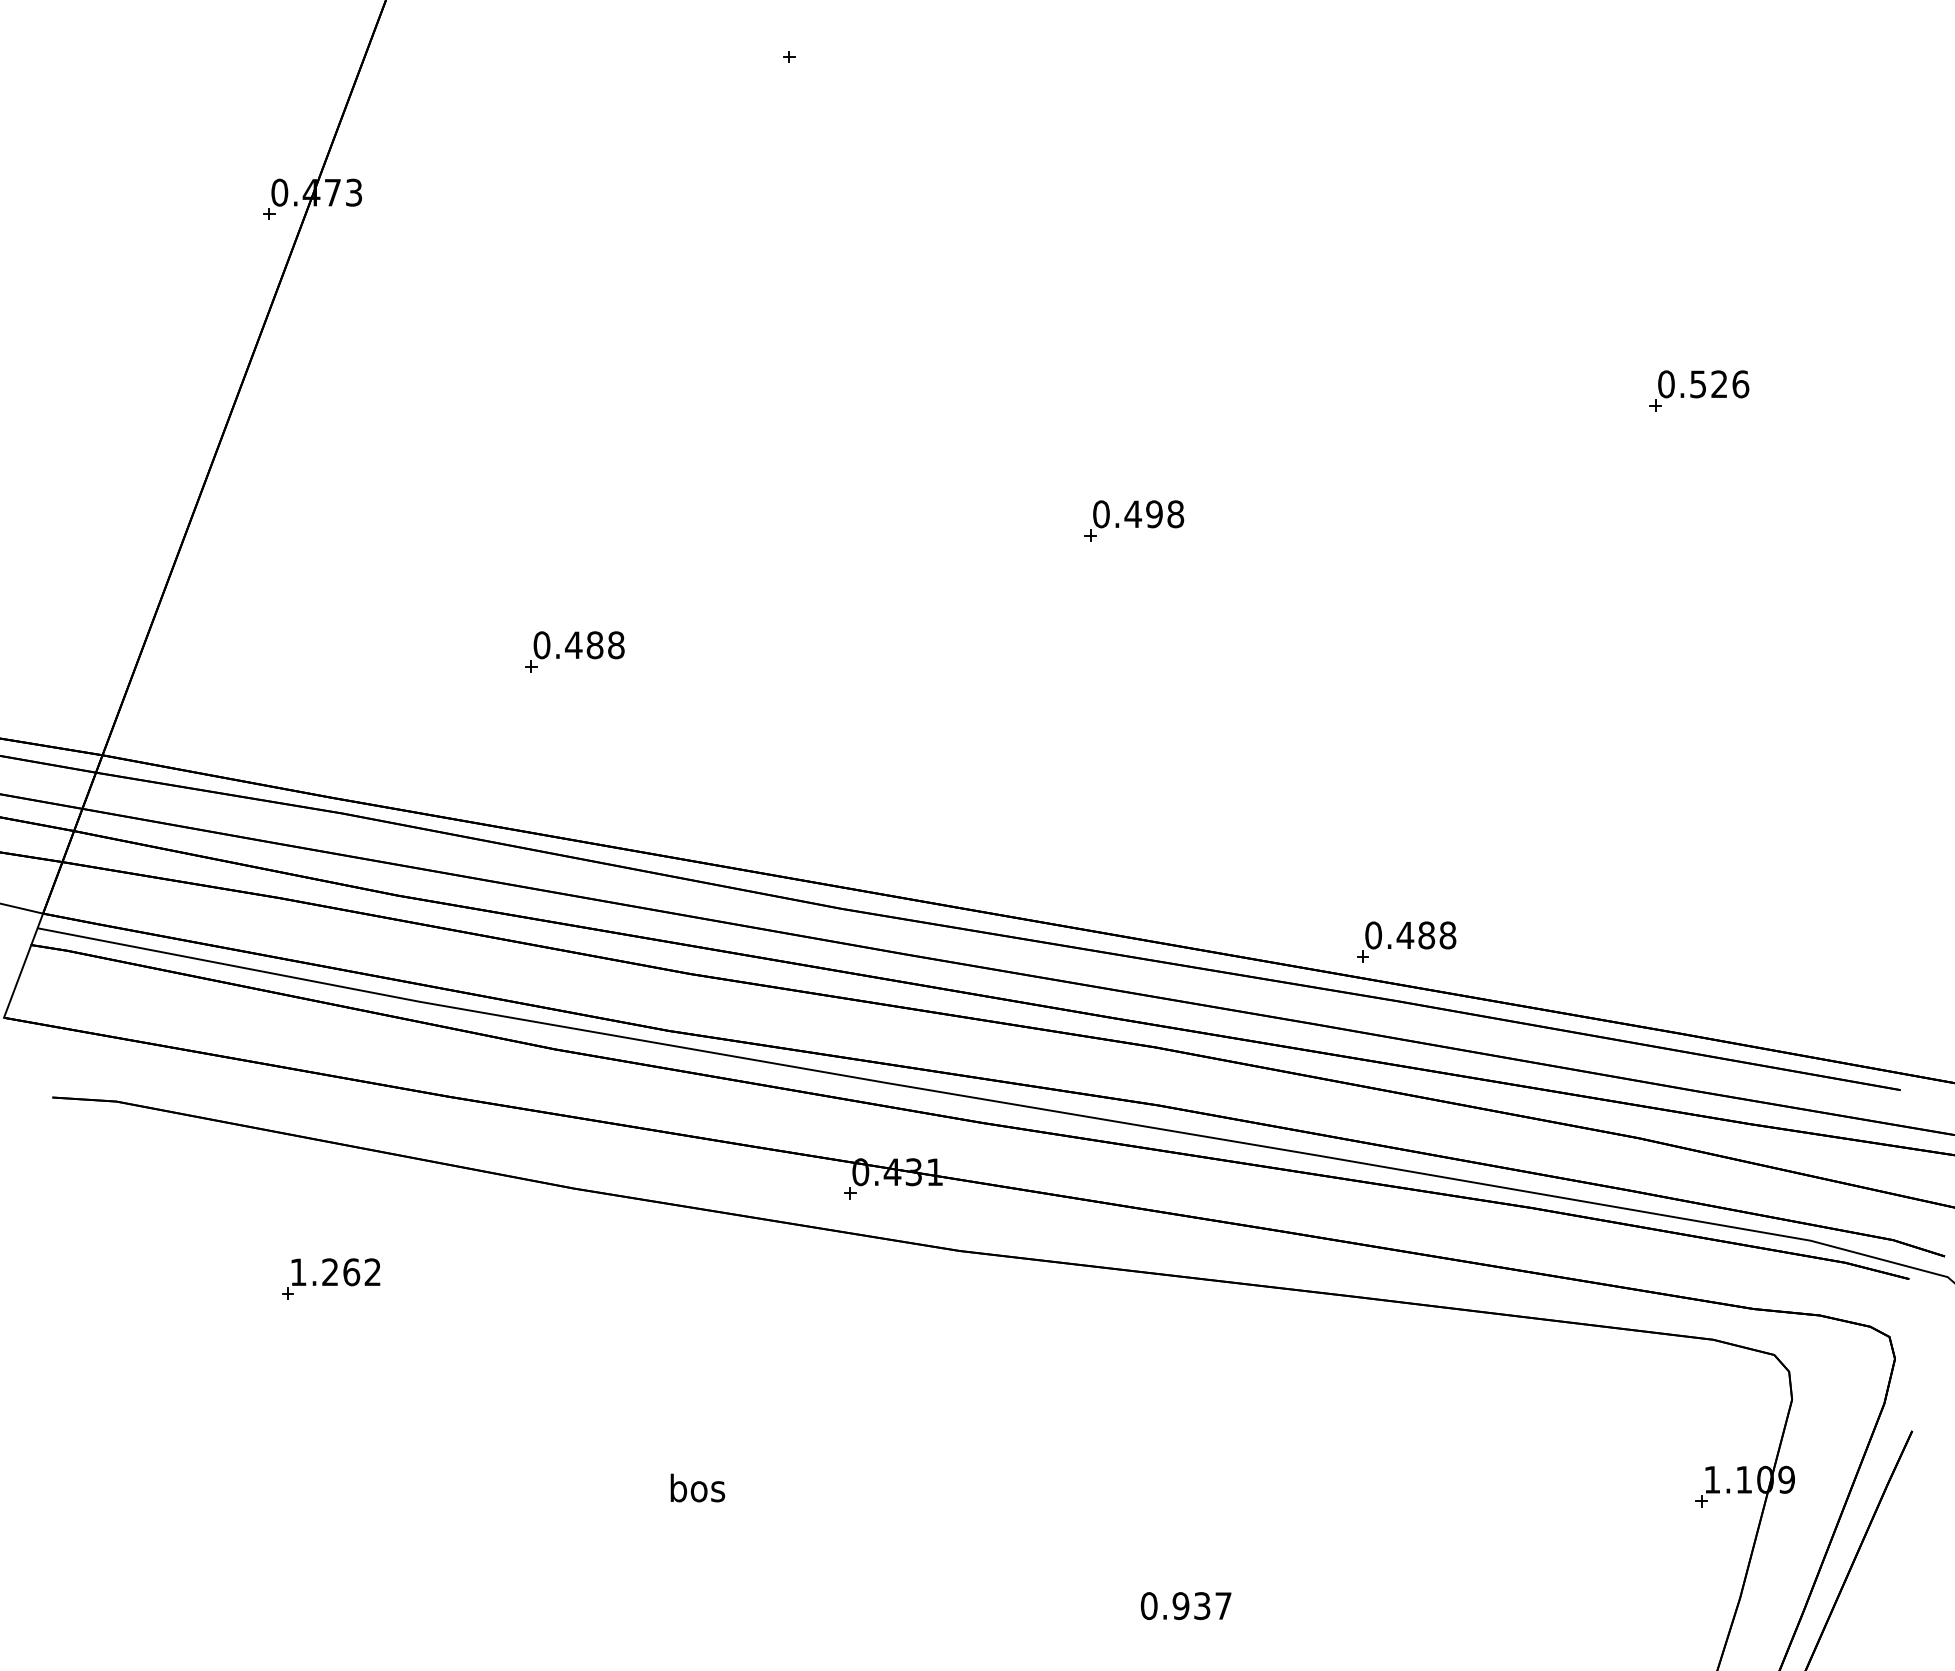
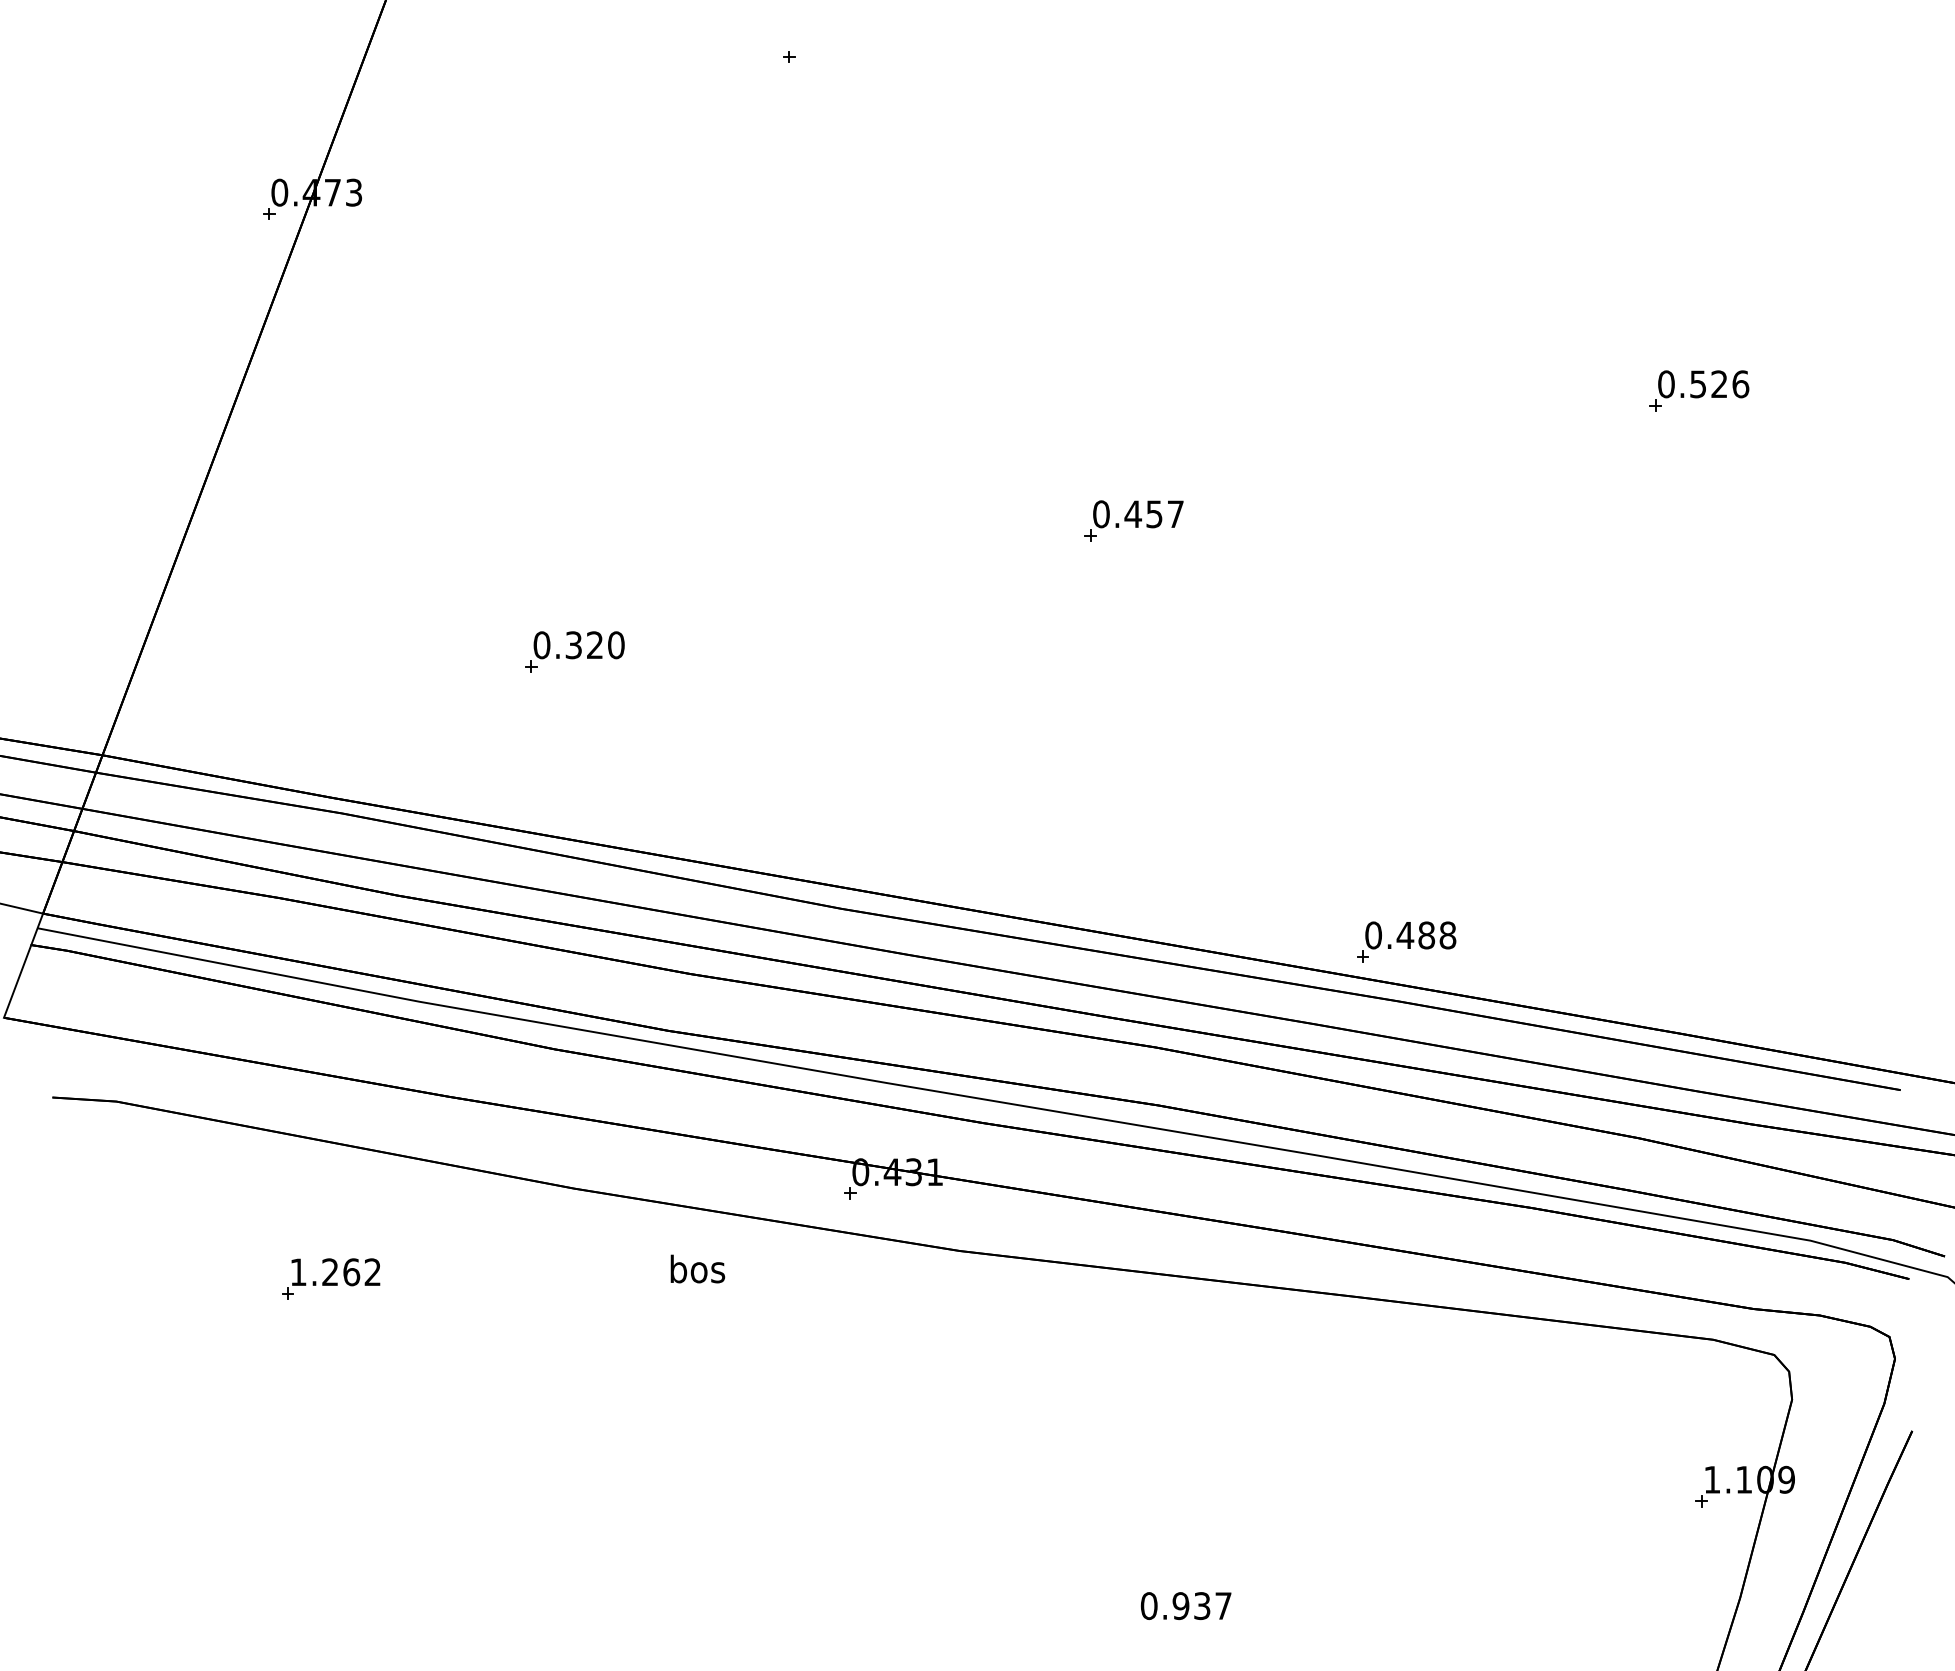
text at (1165, 514): 0.498 -> 0.457
text at (594, 645): 0.488 -> 0.320
text at (697, 1487) position: (697, 1487) -> (697, 1268)
